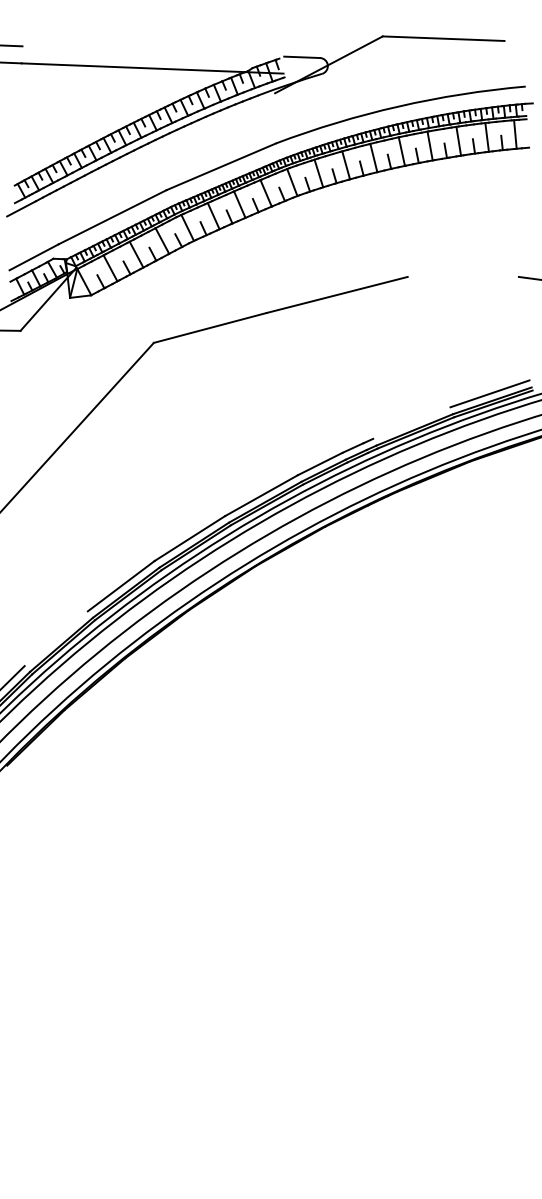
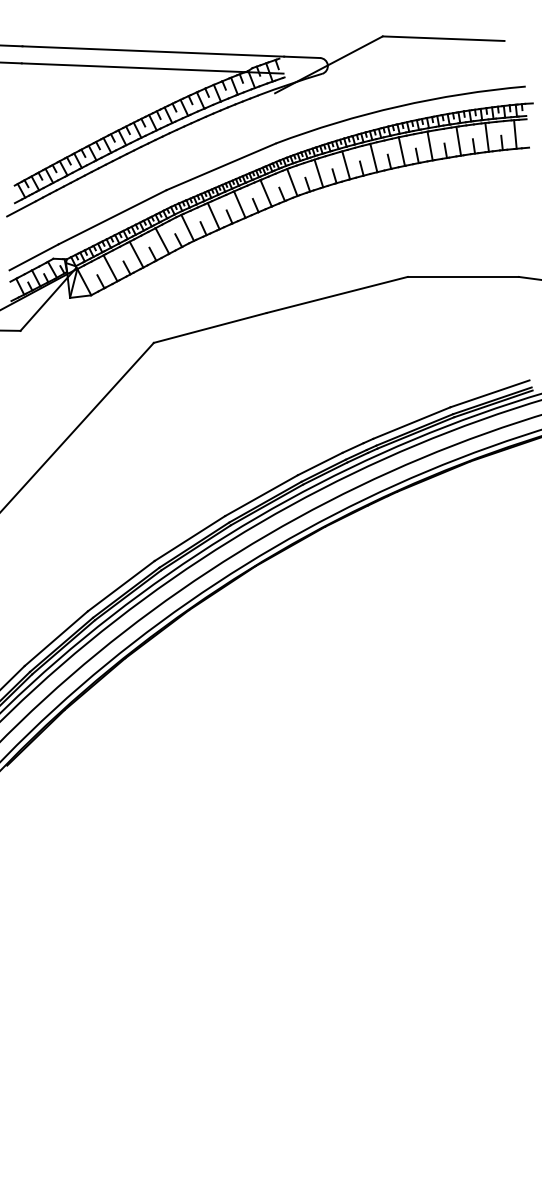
line at (153, 51): none -> present
line at (462, 276): none -> present
line at (411, 422): none -> present
line at (55, 638): none -> present
